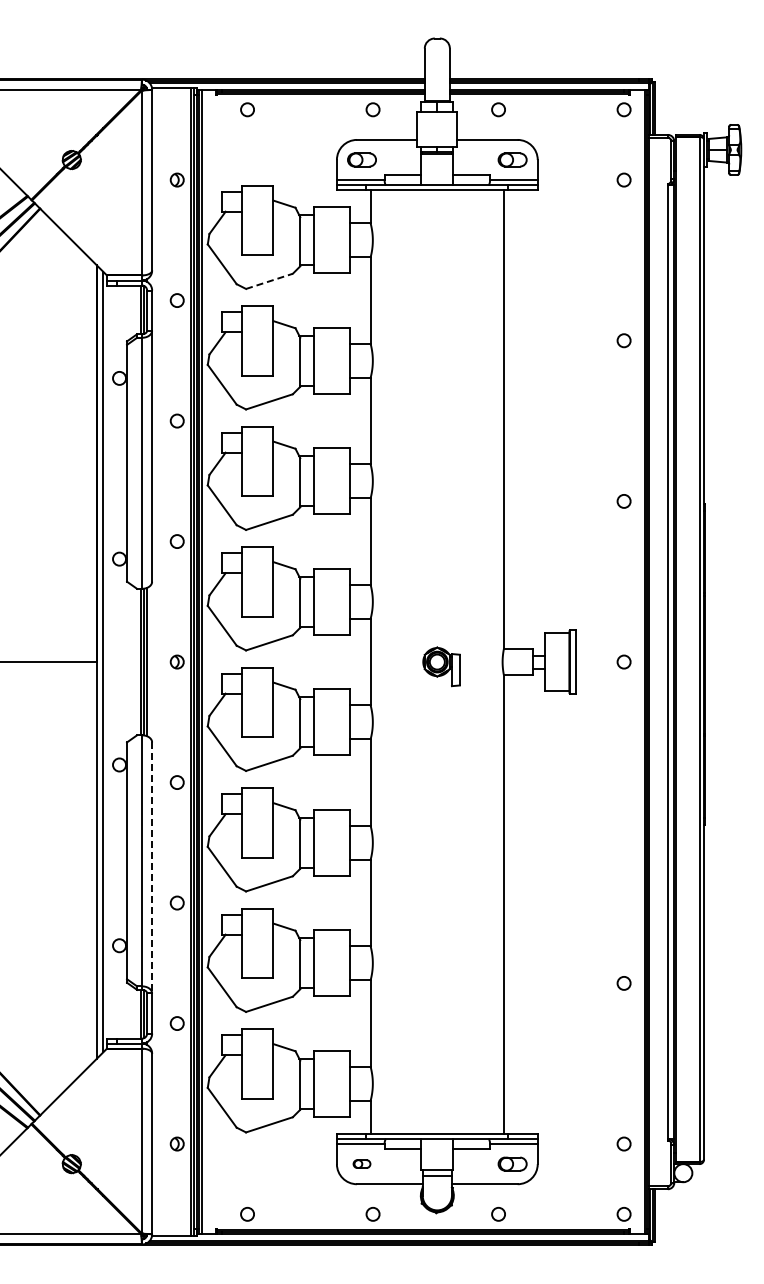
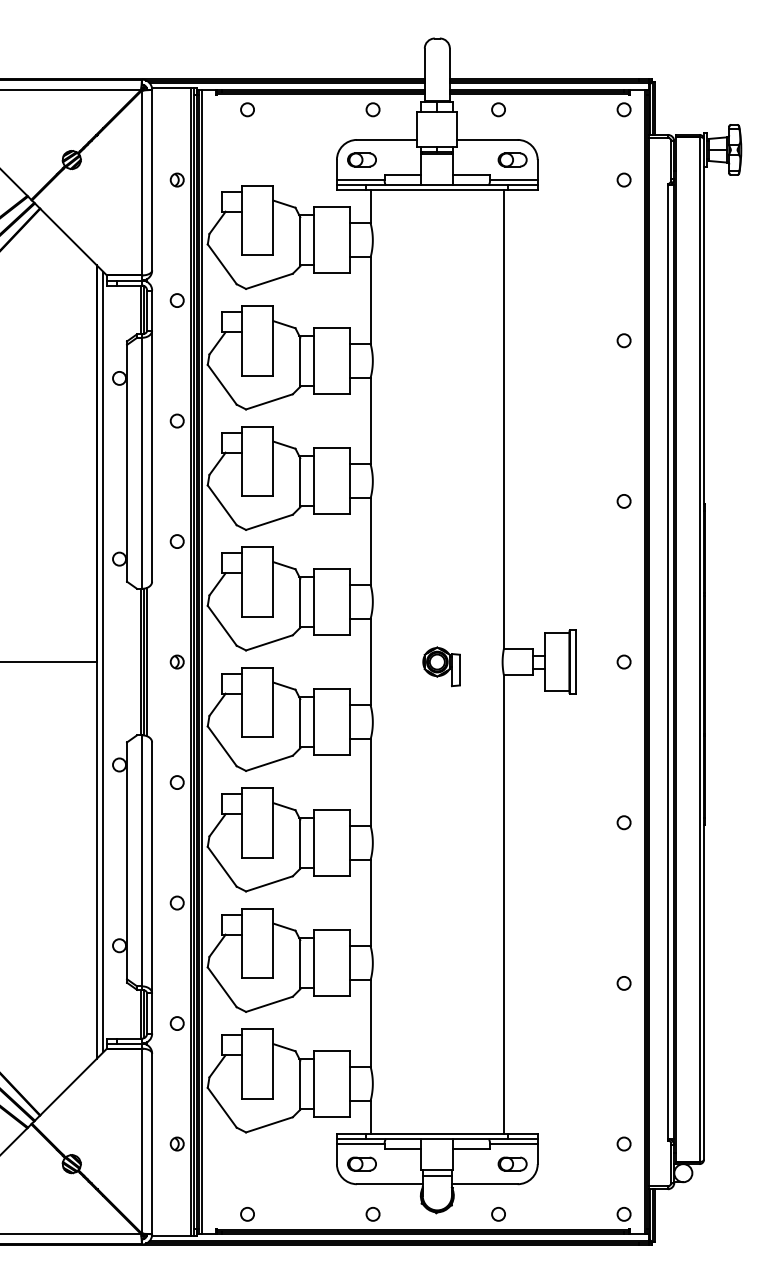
line at (269, 281): dashed -> solid
circle at (623, 822): none -> present
line at (152, 867): dashed -> solid
part at (361, 1163) size: 20x10 px -> 30x16 px
